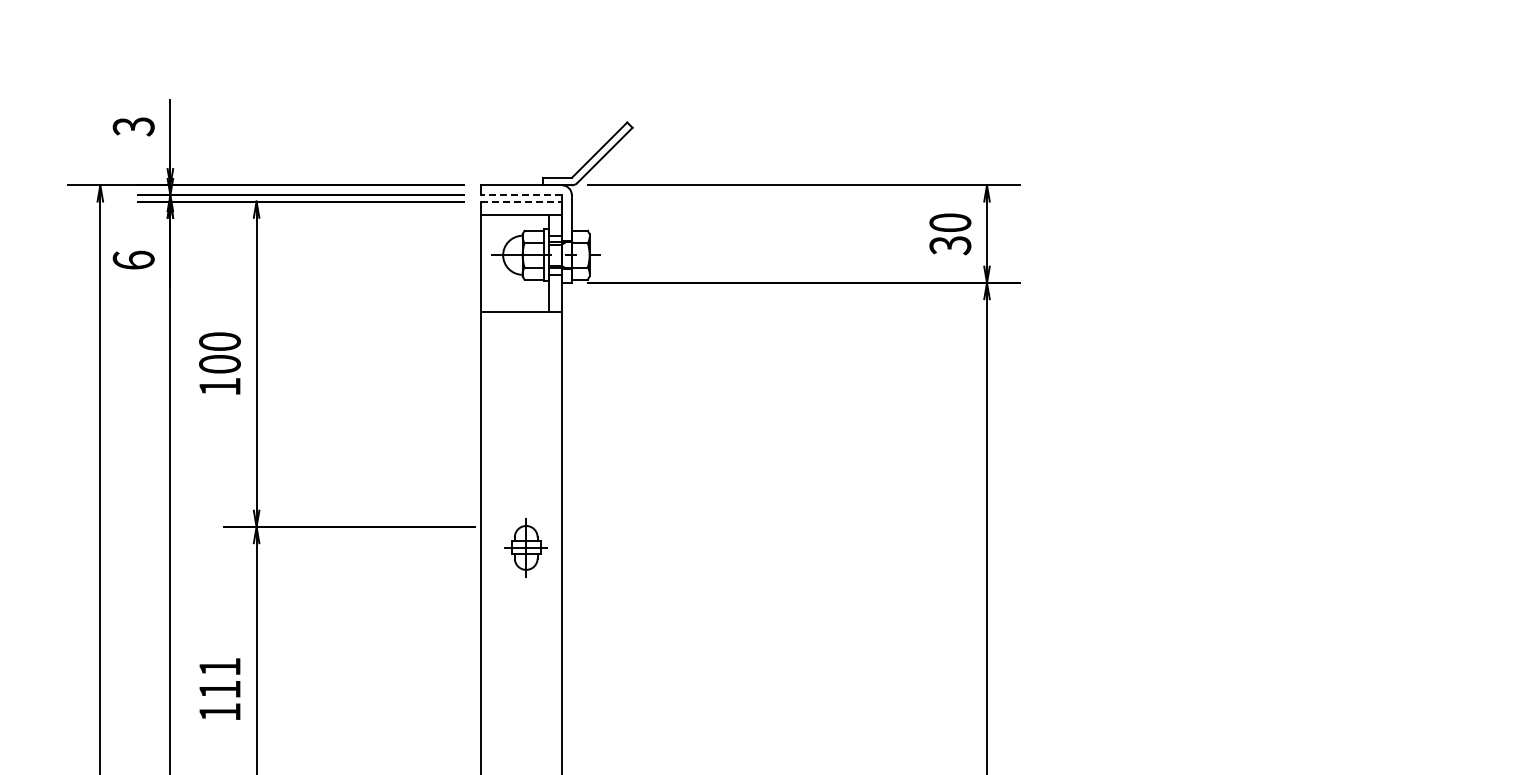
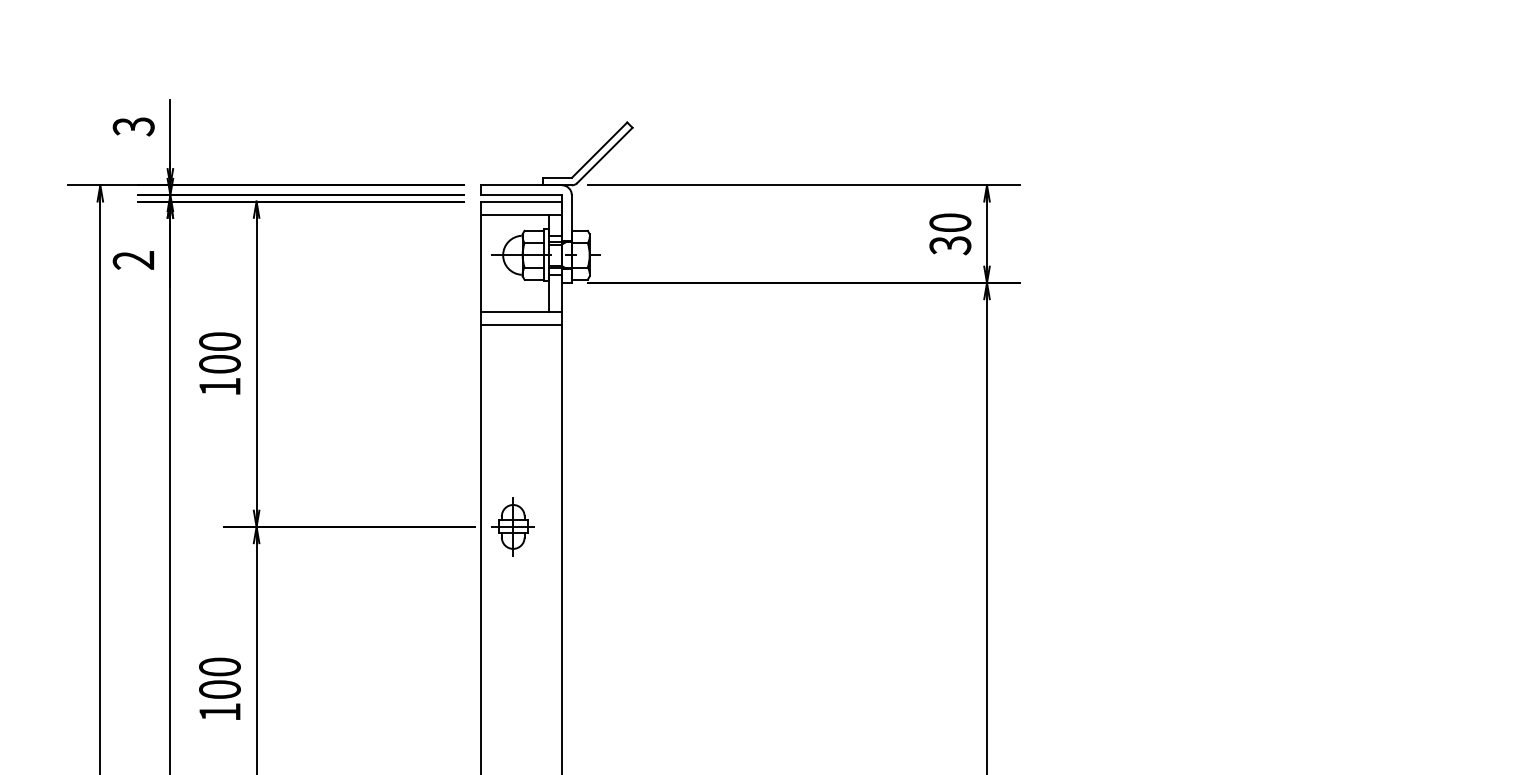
line at (521, 195): dashed -> solid
line at (521, 201): dashed -> solid
text at (133, 259): 6 -> 2
line at (521, 325): none -> present
part at (525, 547) position: (525, 547) -> (512, 526)
text at (219, 677): 111 -> 100
